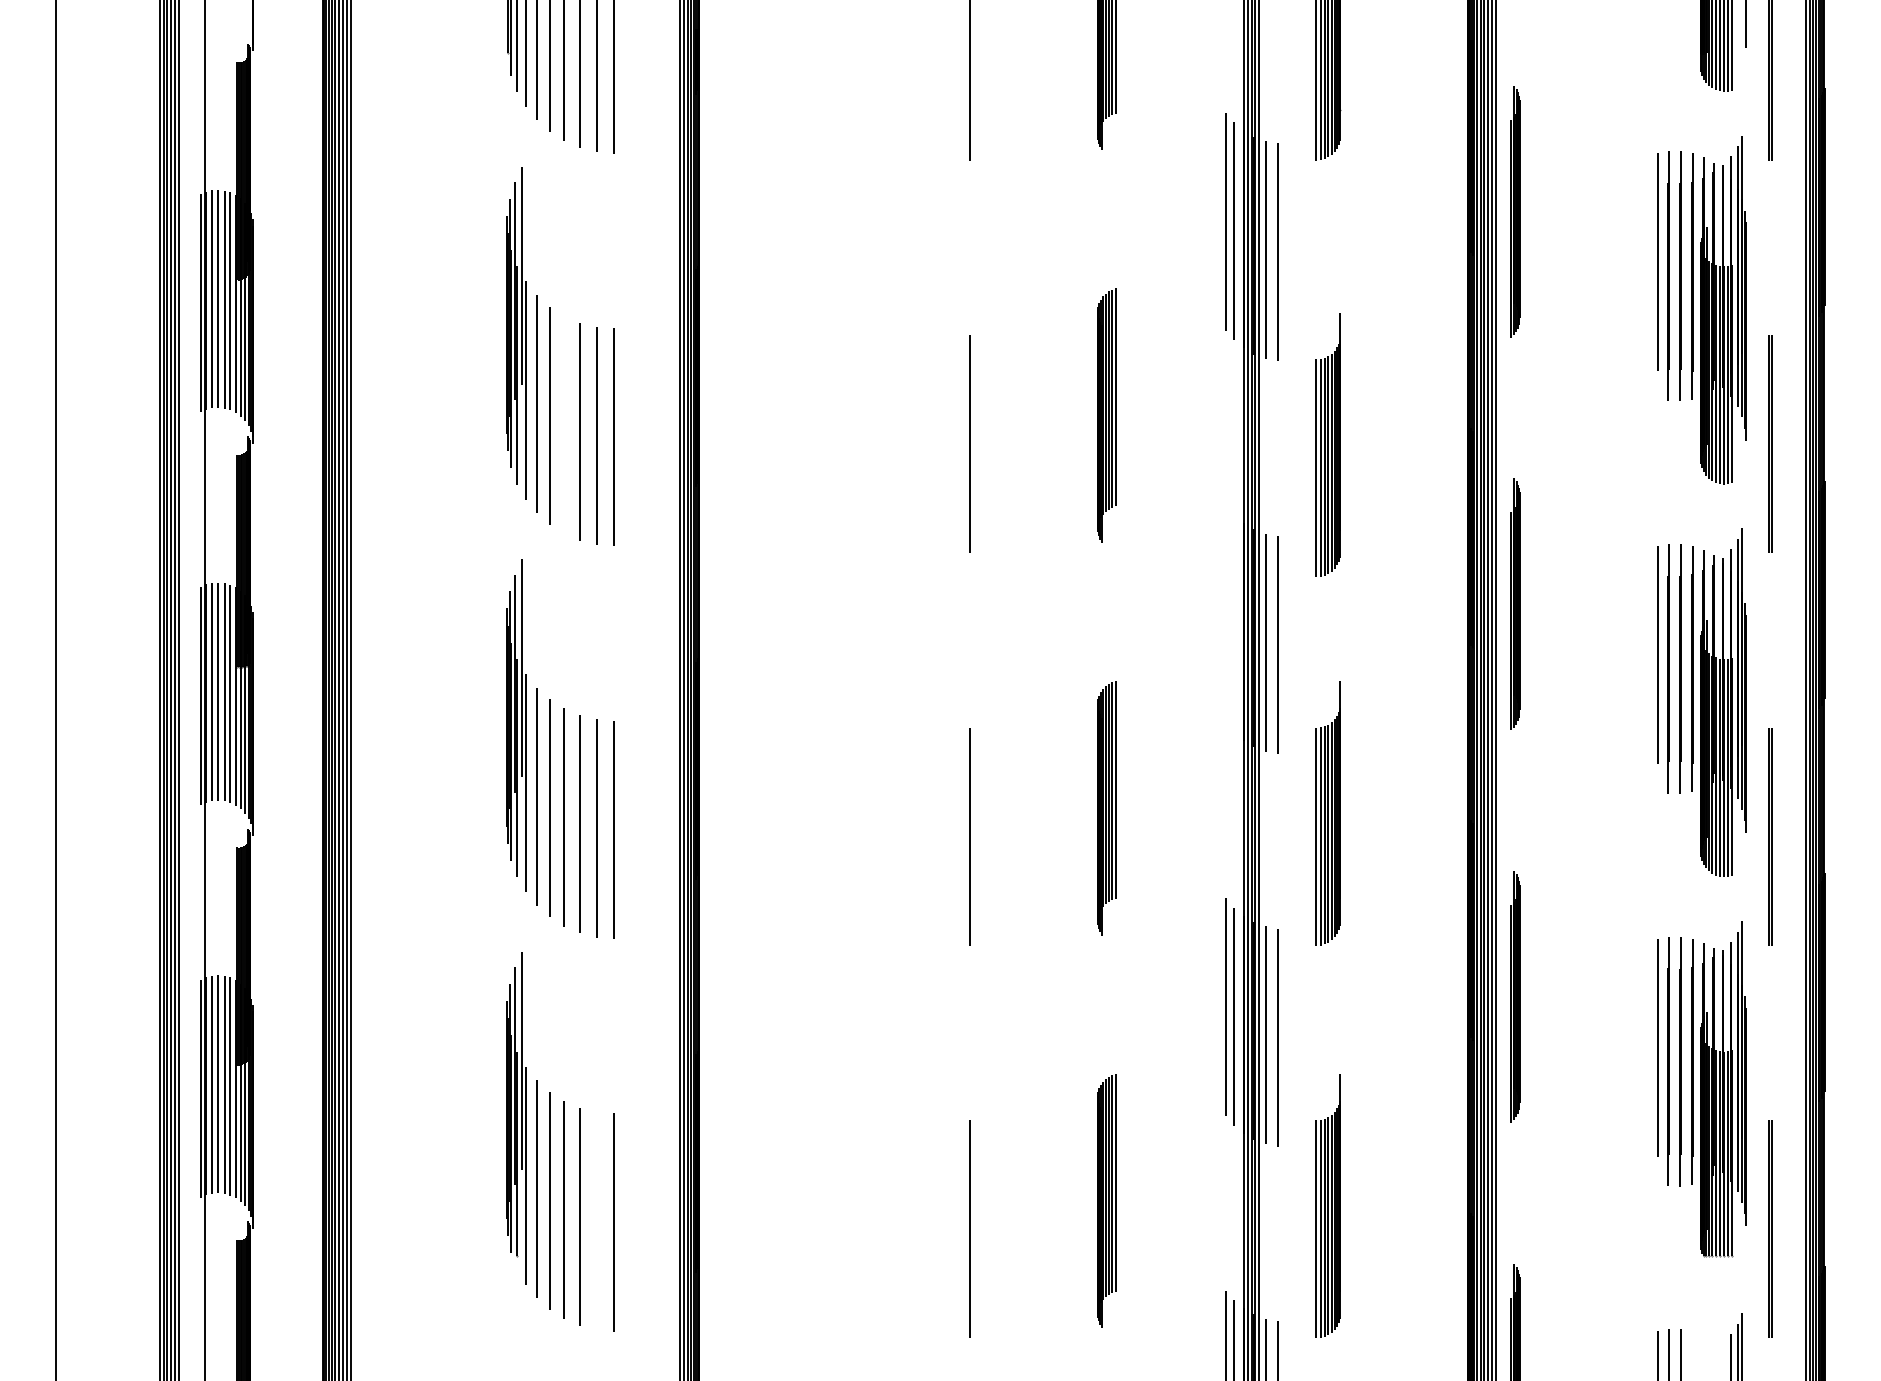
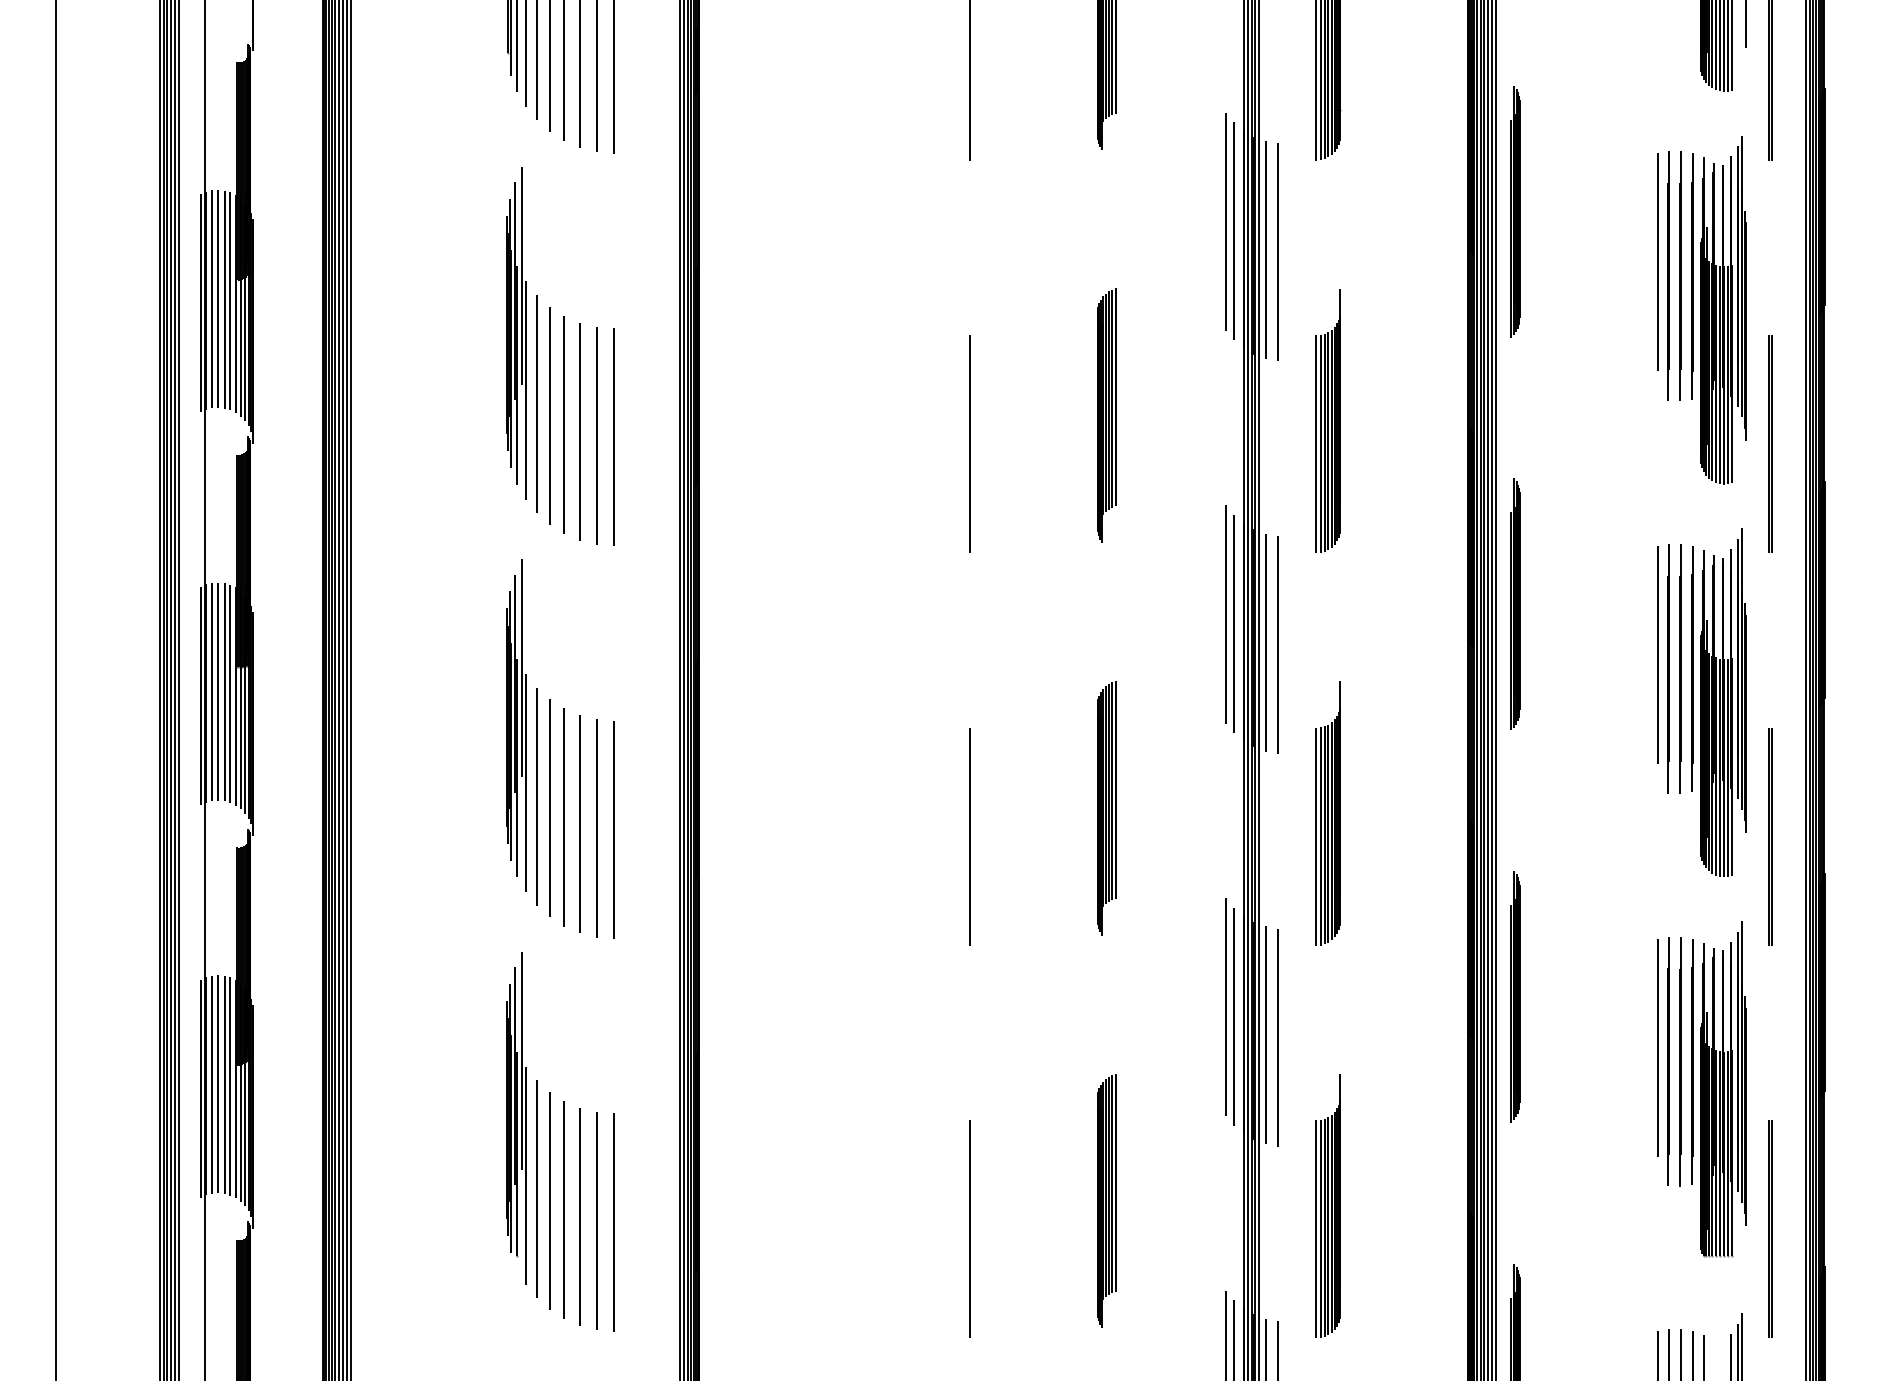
line at (564, 424): none -> present
part at (1327, 444) position: (1327, 444) -> (1327, 420)
part at (1229, 618): none -> present
line at (596, 1220): none -> present
line at (1692, 1354): none -> present
line at (1703, 1356): none -> present
